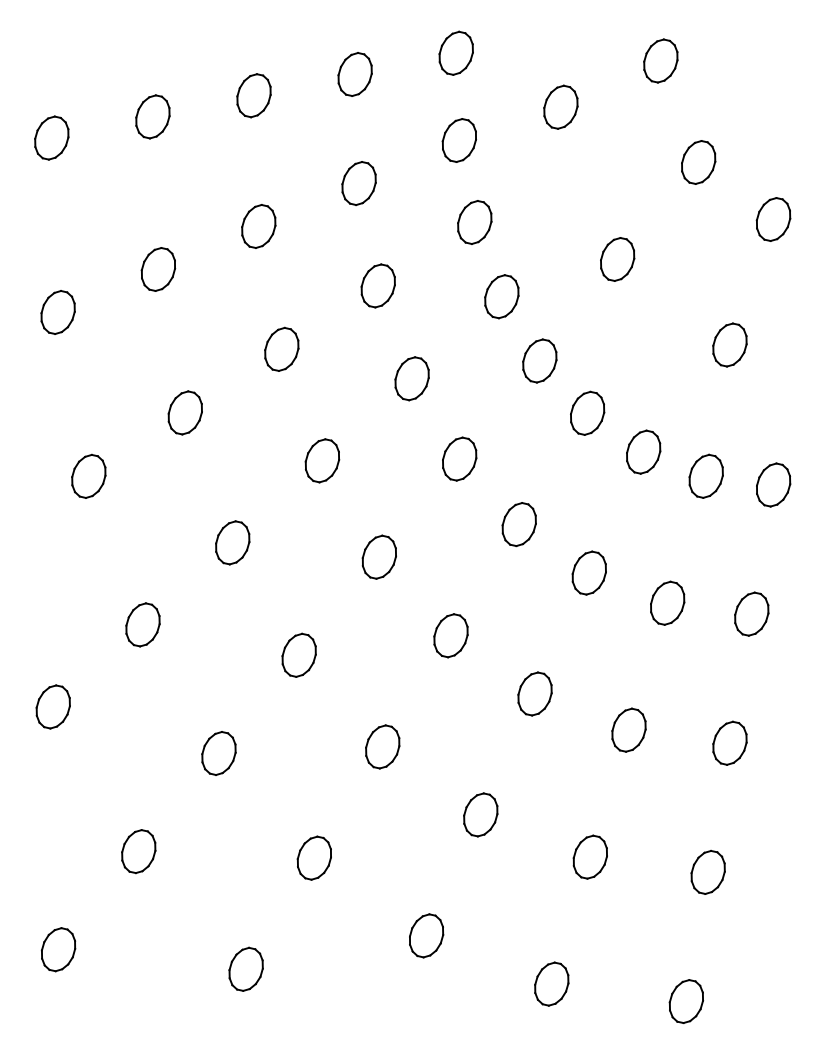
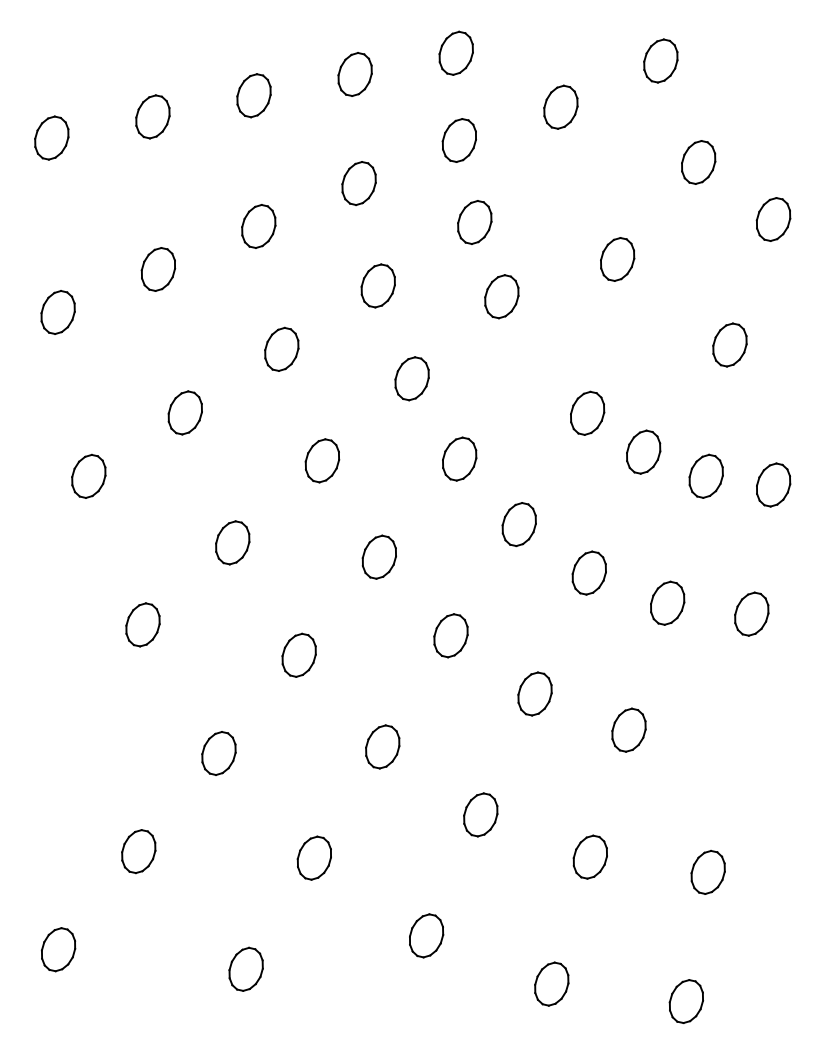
part at (539, 360): present -> none
part at (52, 706): present -> none
part at (729, 742): present -> none
